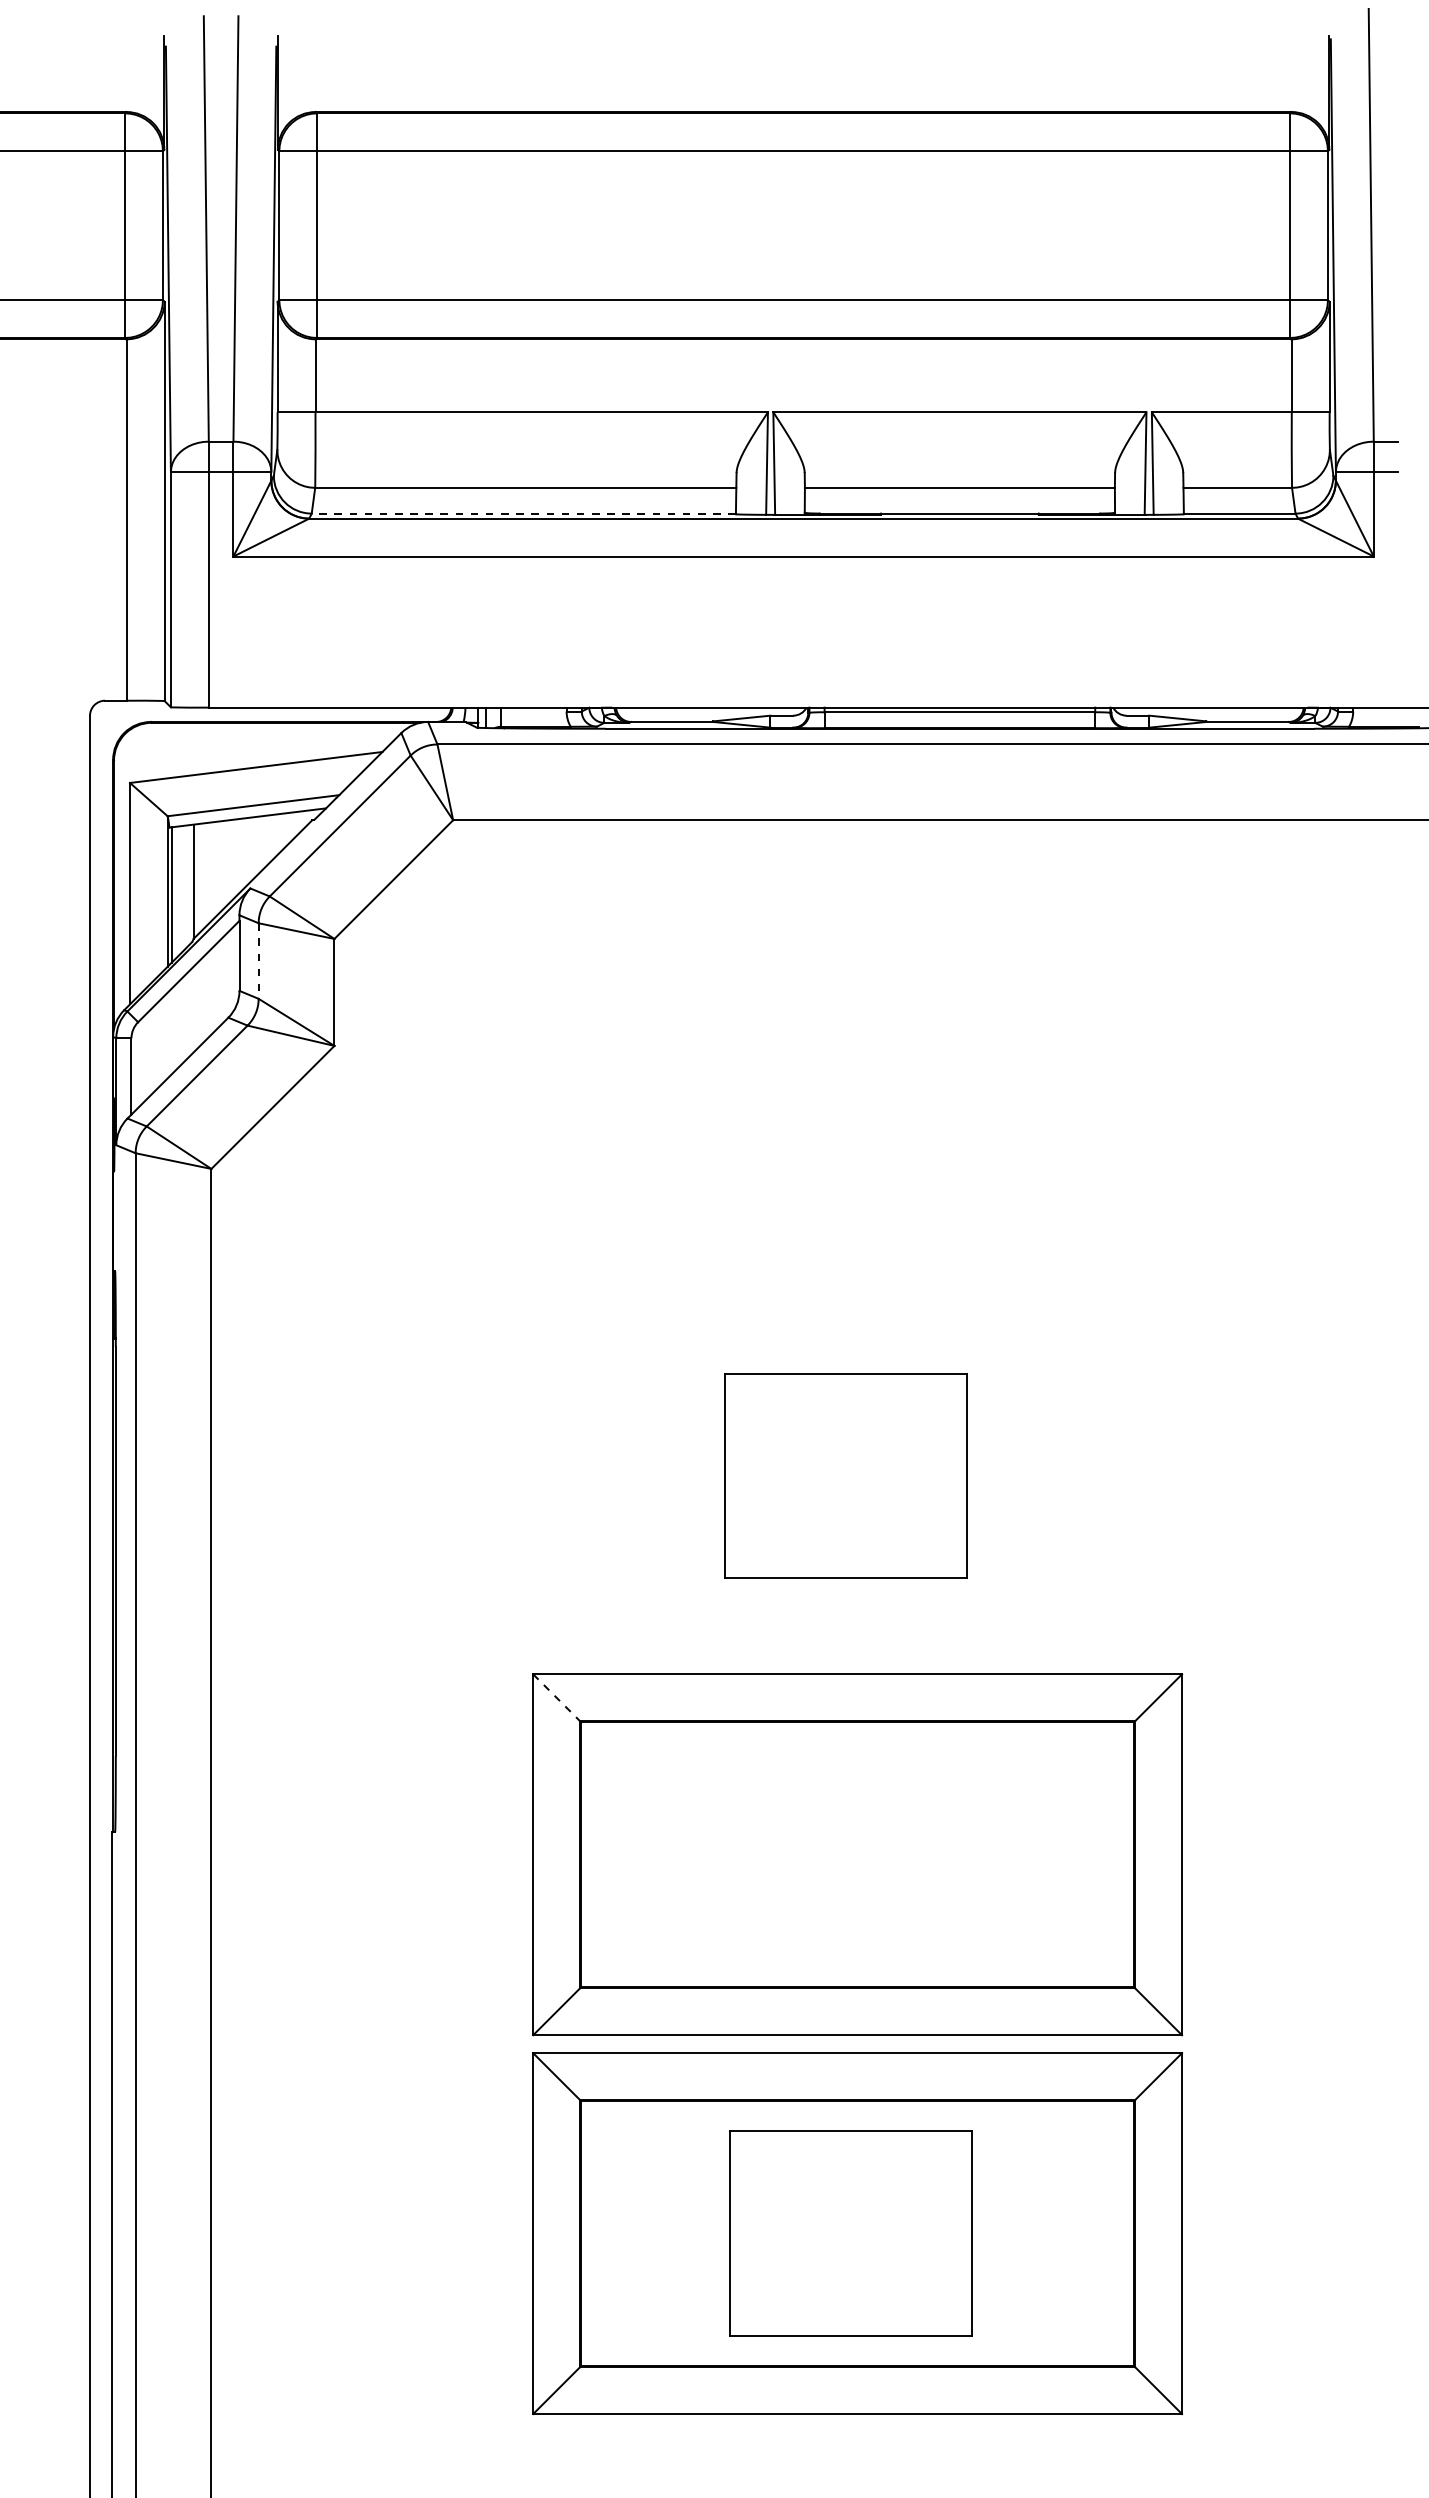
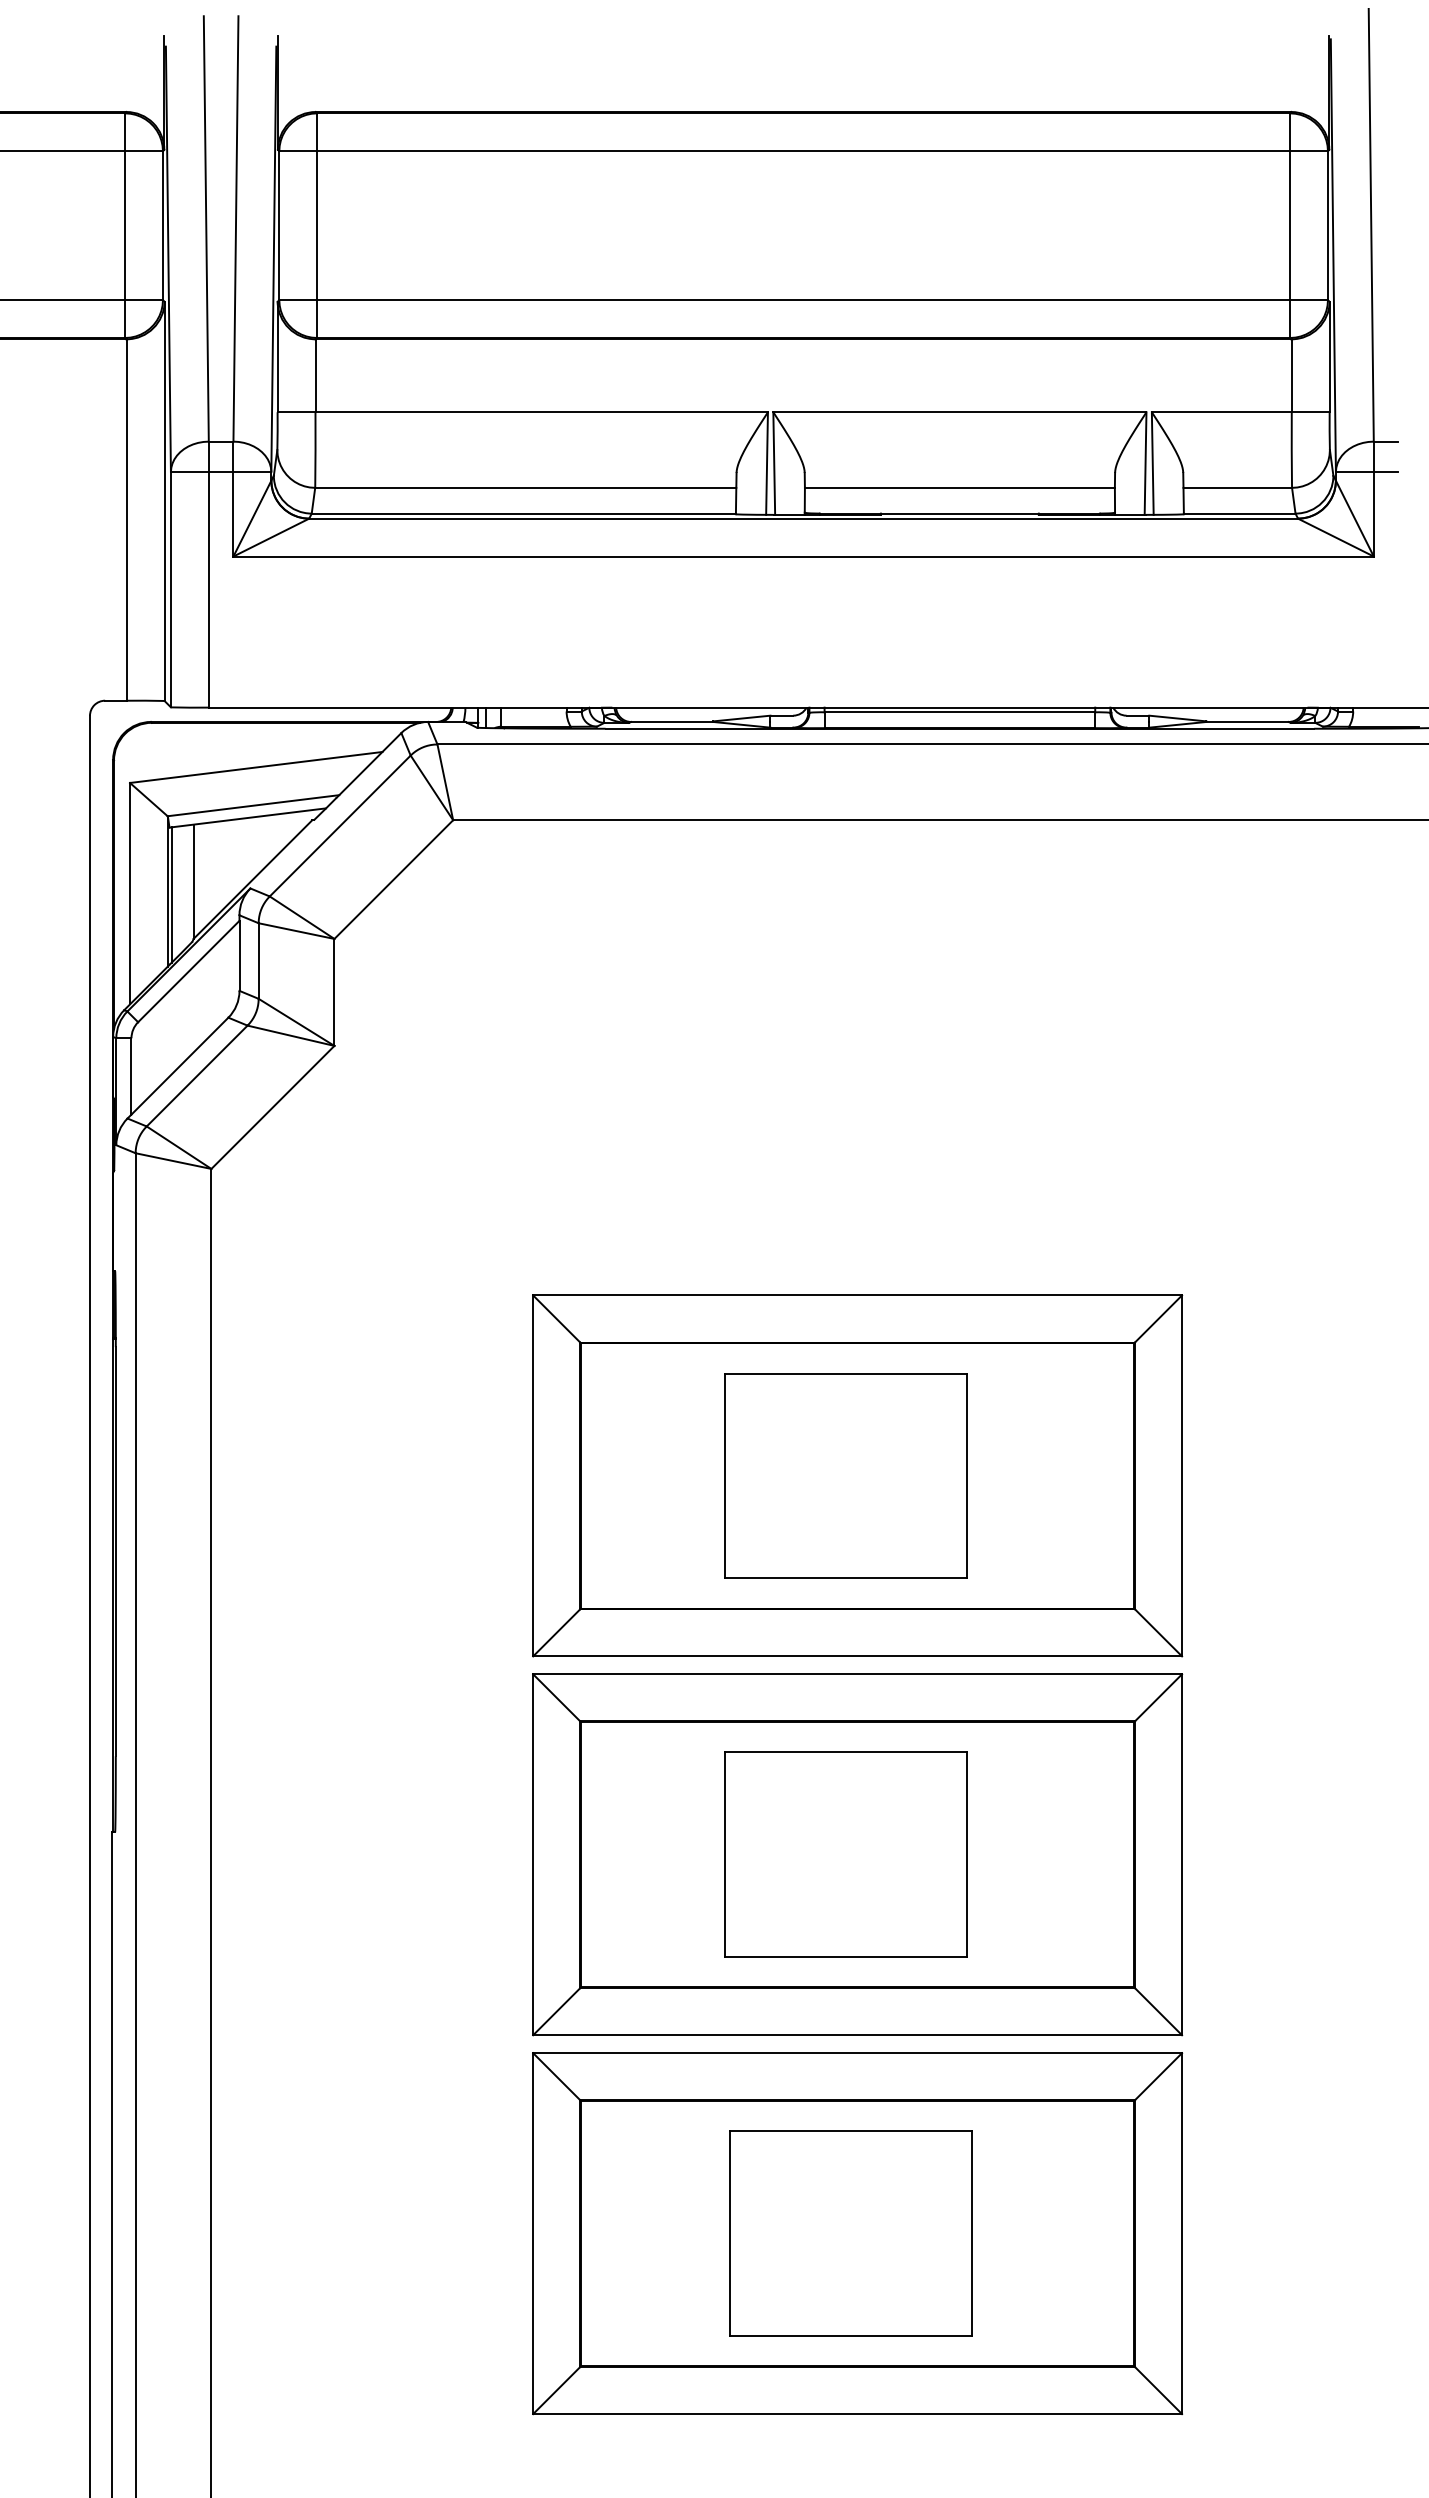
line at (523, 513): dashed -> solid
line at (258, 961): dashed -> solid
part at (857, 1475): none -> present
line at (557, 1698): dashed -> solid
part at (845, 1854): none -> present
